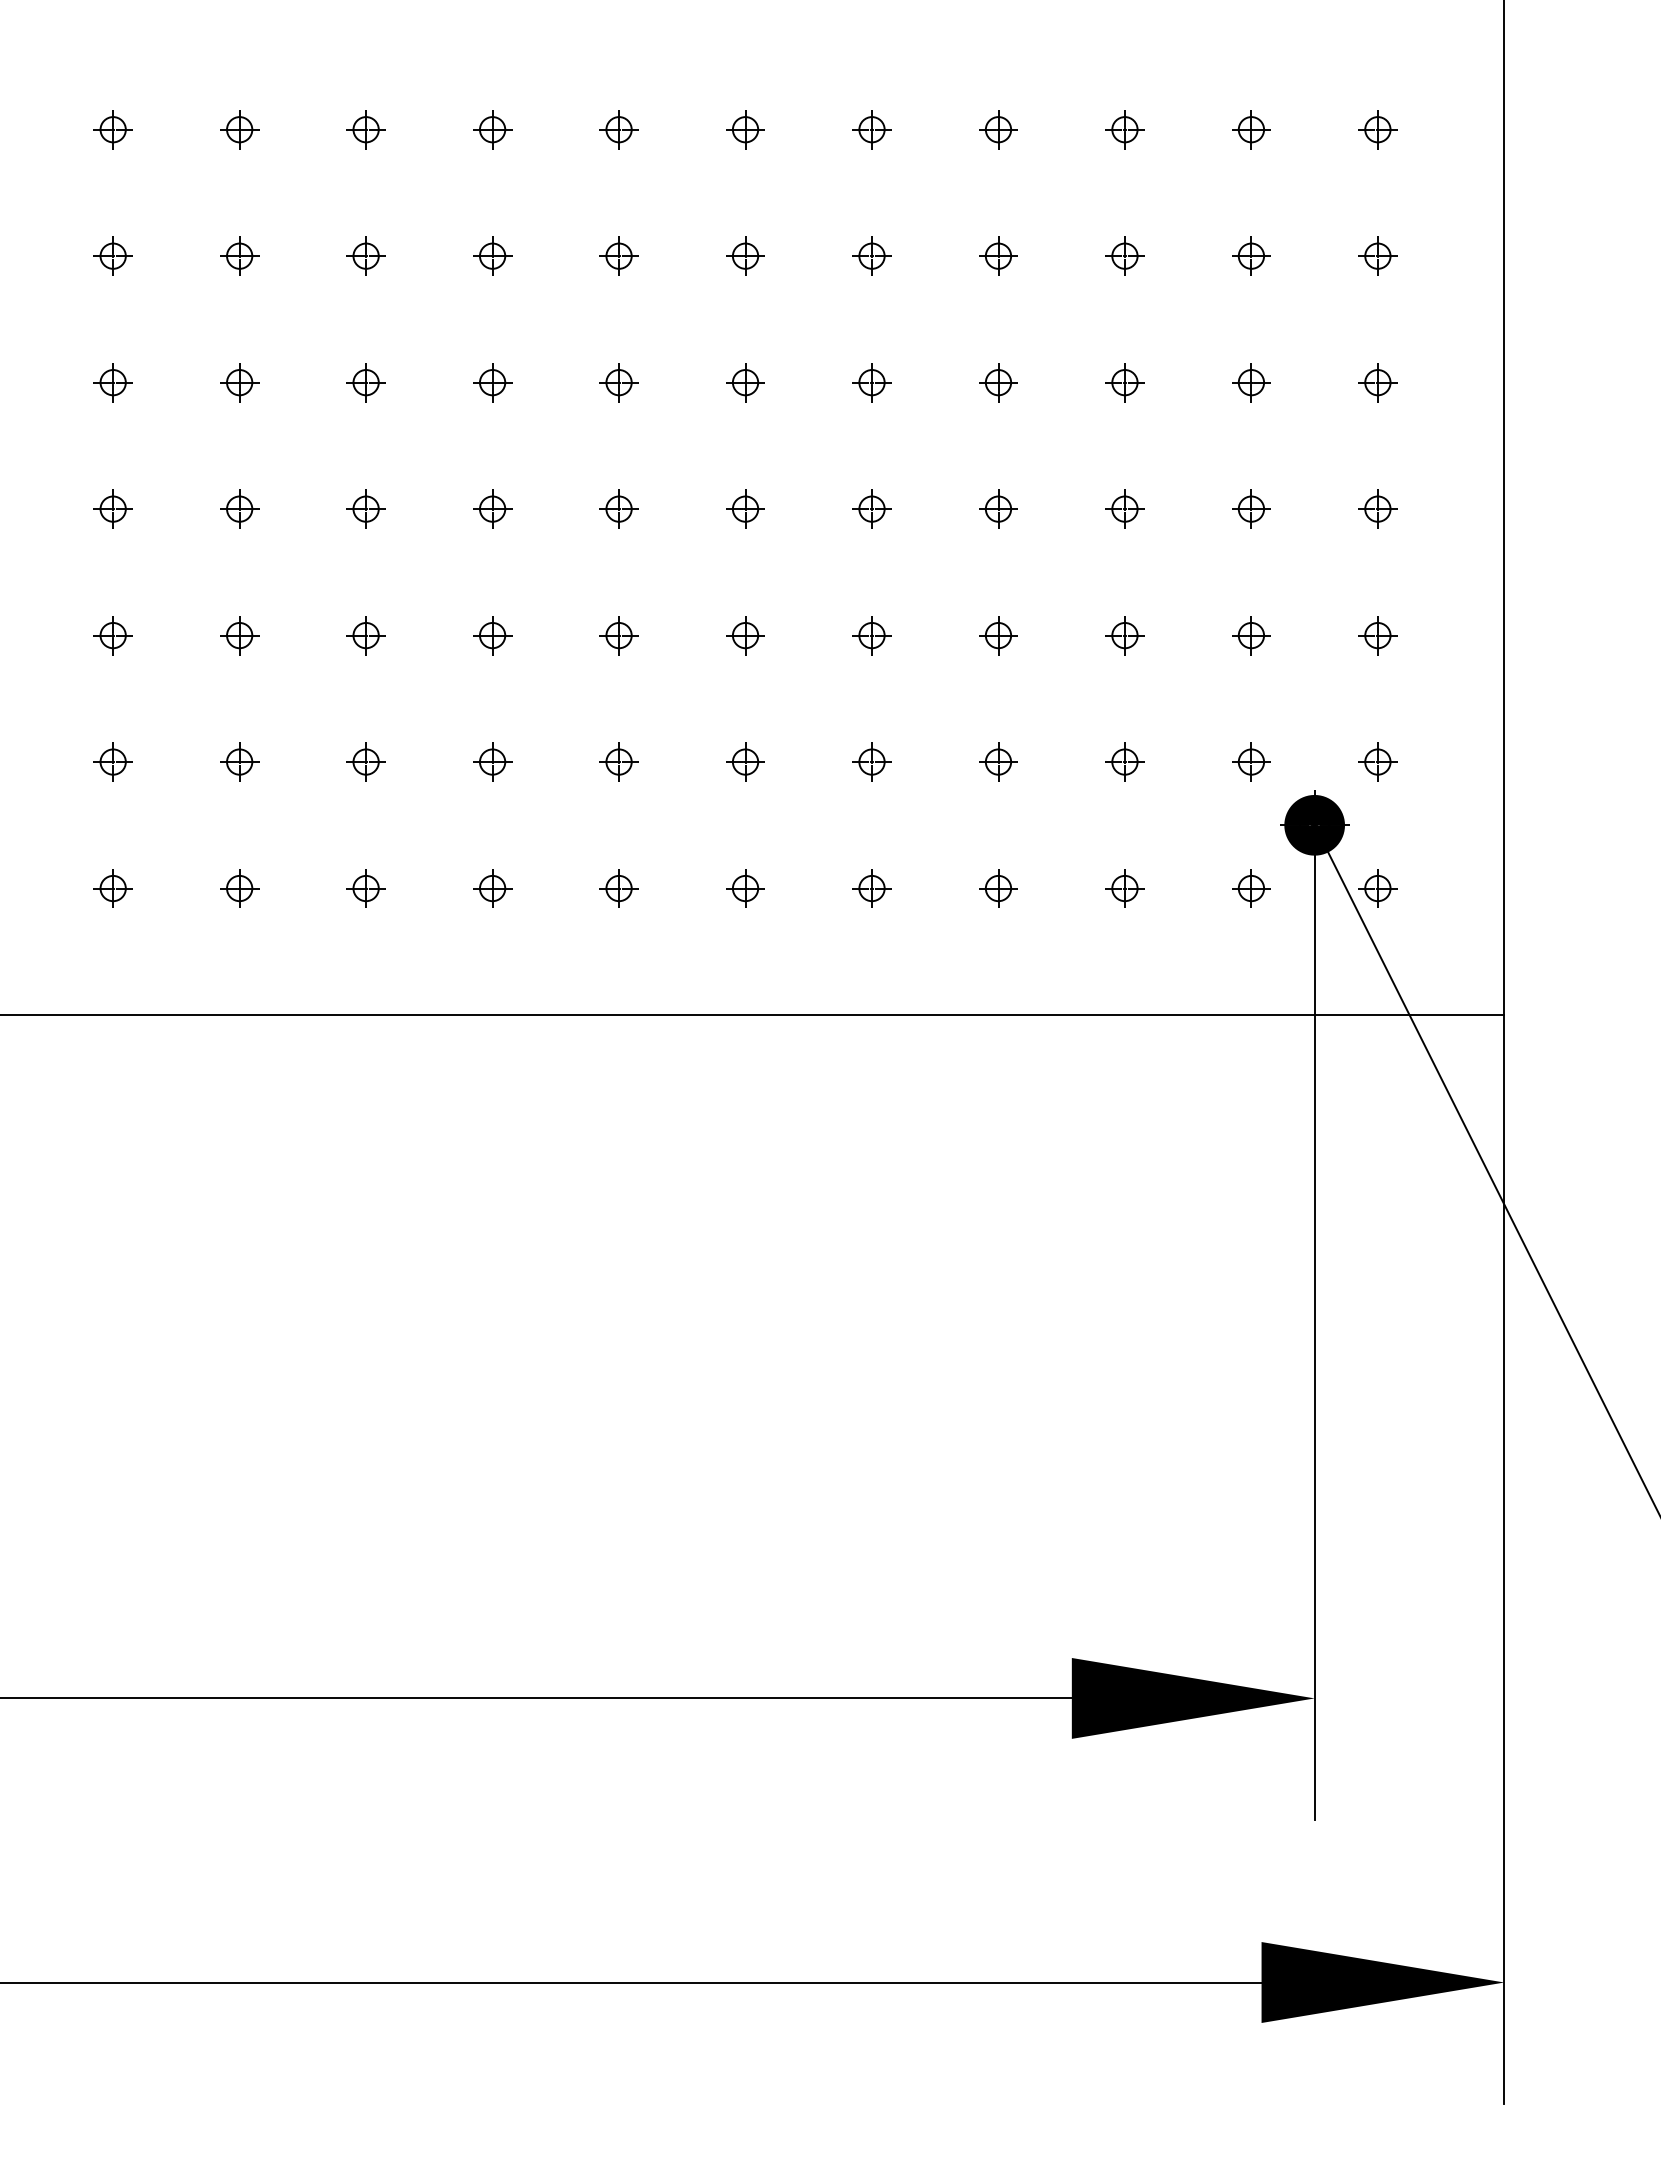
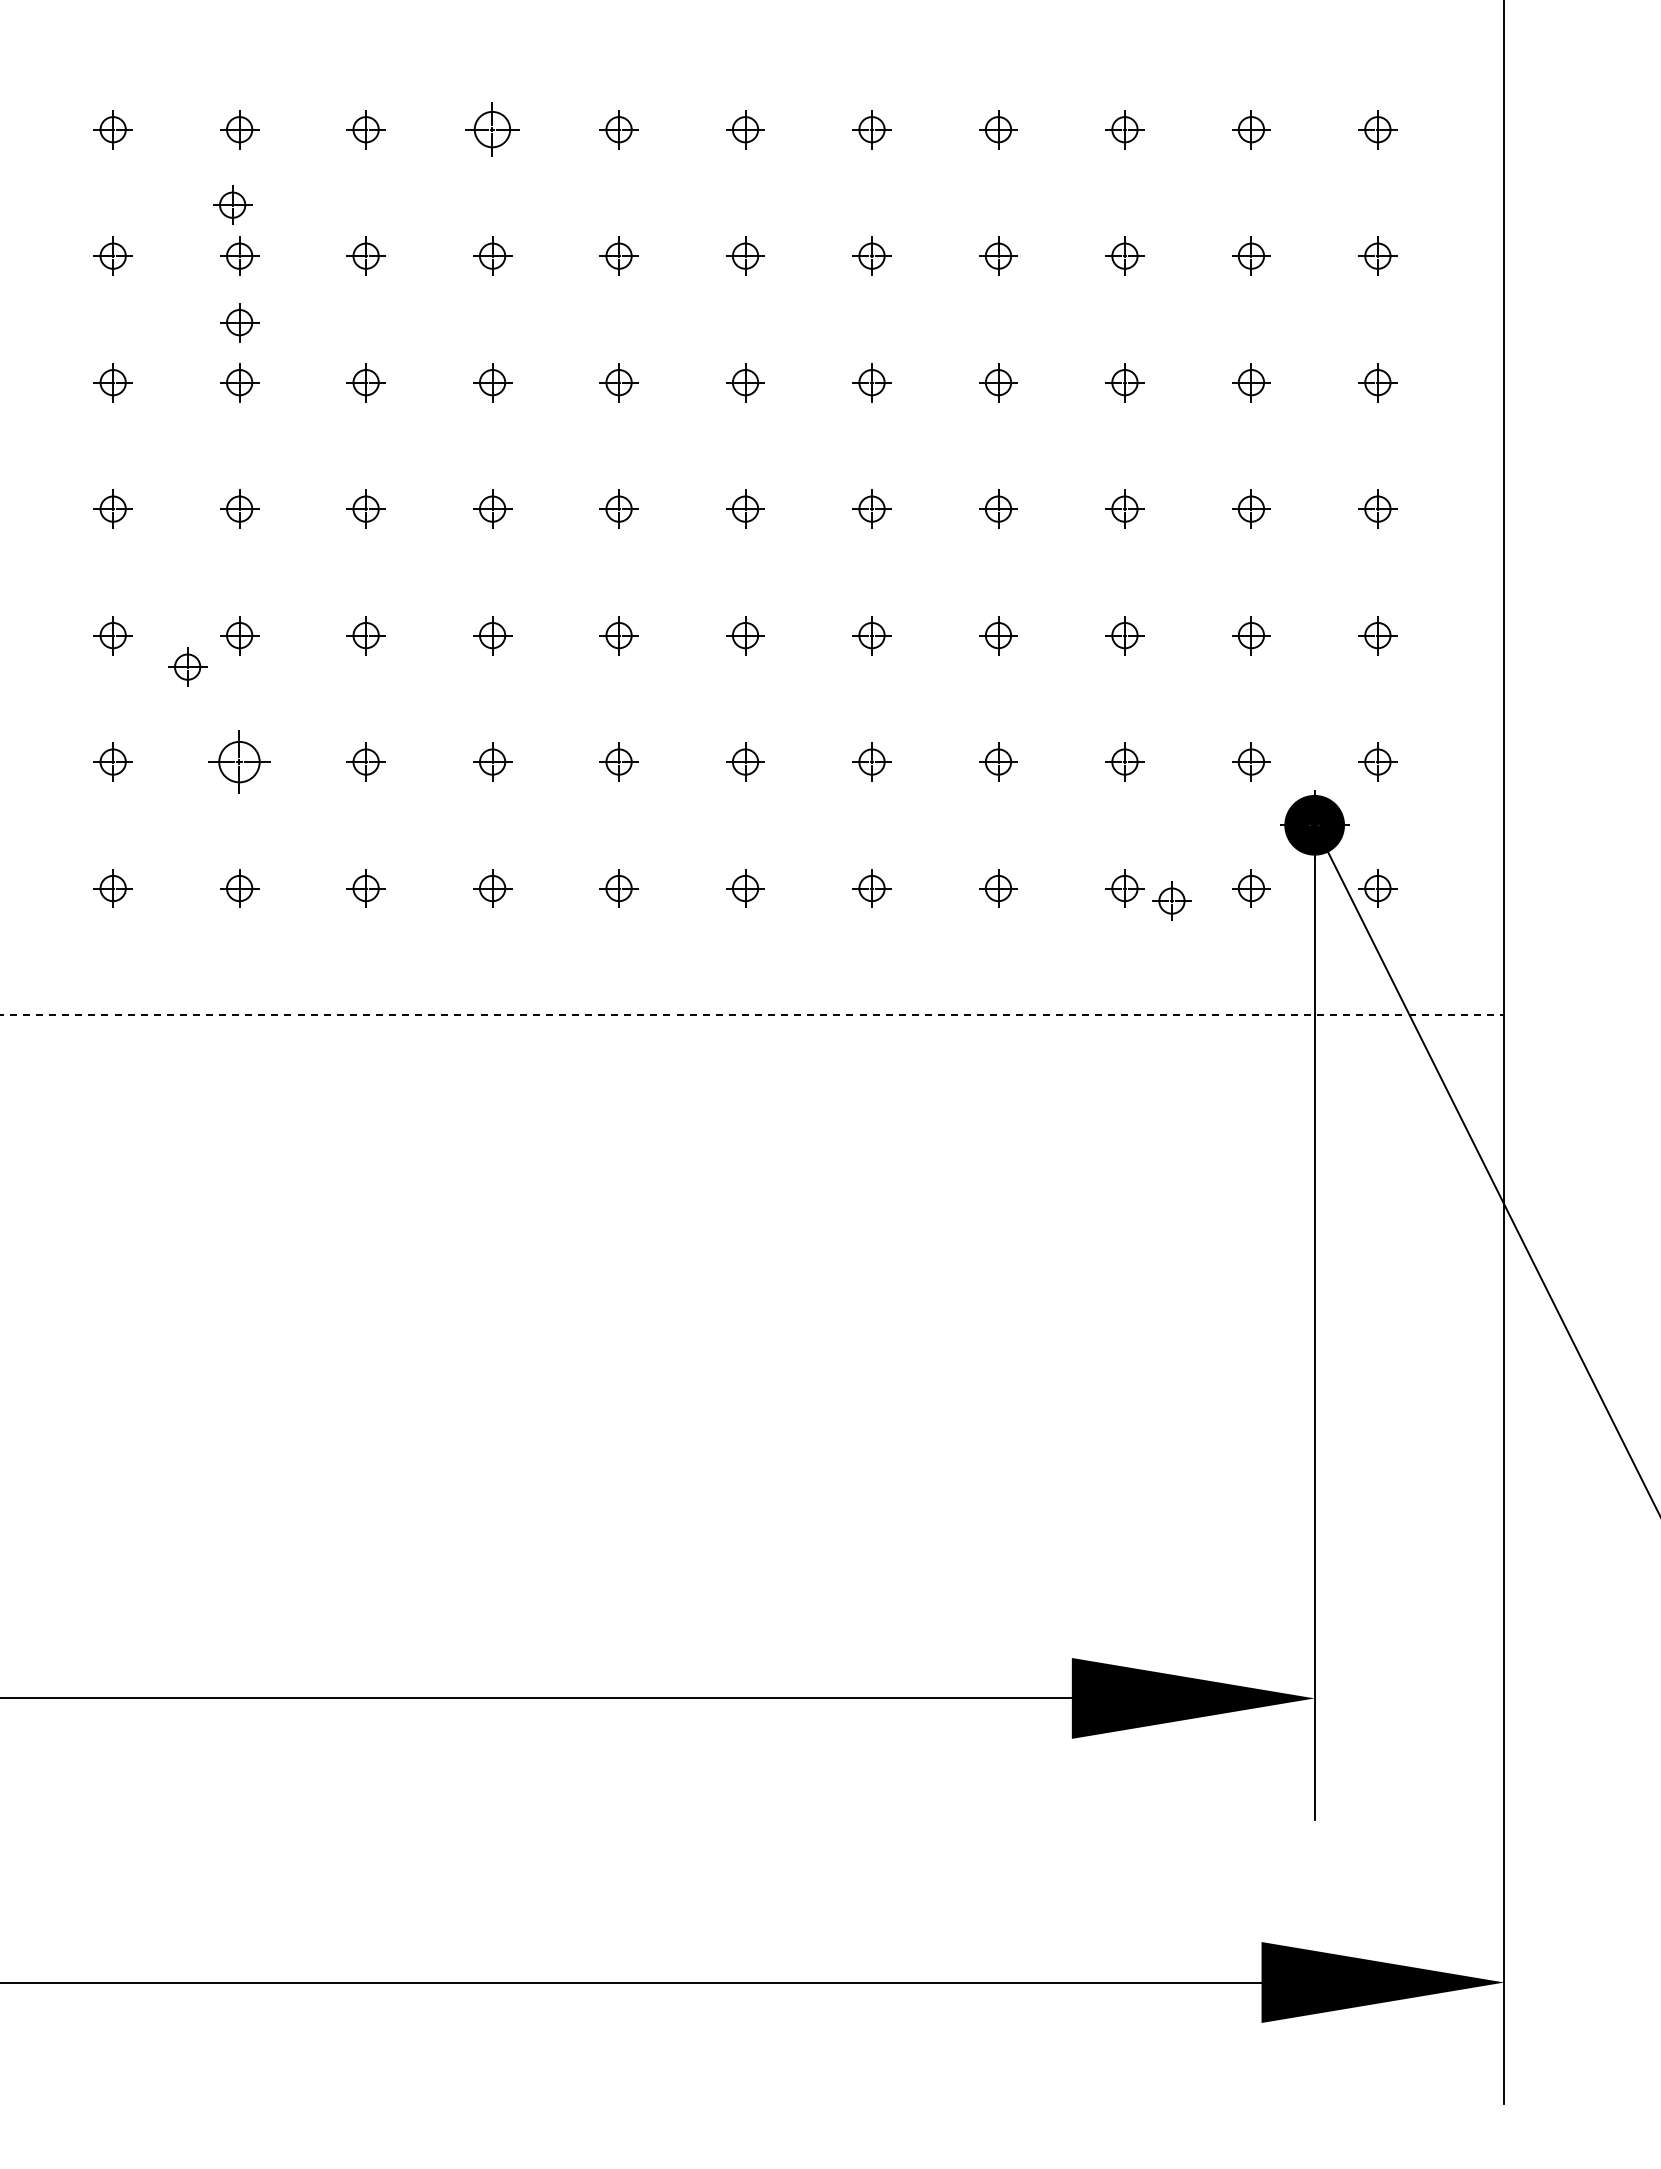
part at (492, 129) size: 40x40 px -> 55x55 px
part at (232, 204): none -> present
part at (239, 322): none -> present
part at (187, 666): none -> present
part at (239, 761) size: 40x40 px -> 63x64 px
part at (1171, 900): none -> present
line at (752, 1015): solid -> dashed
